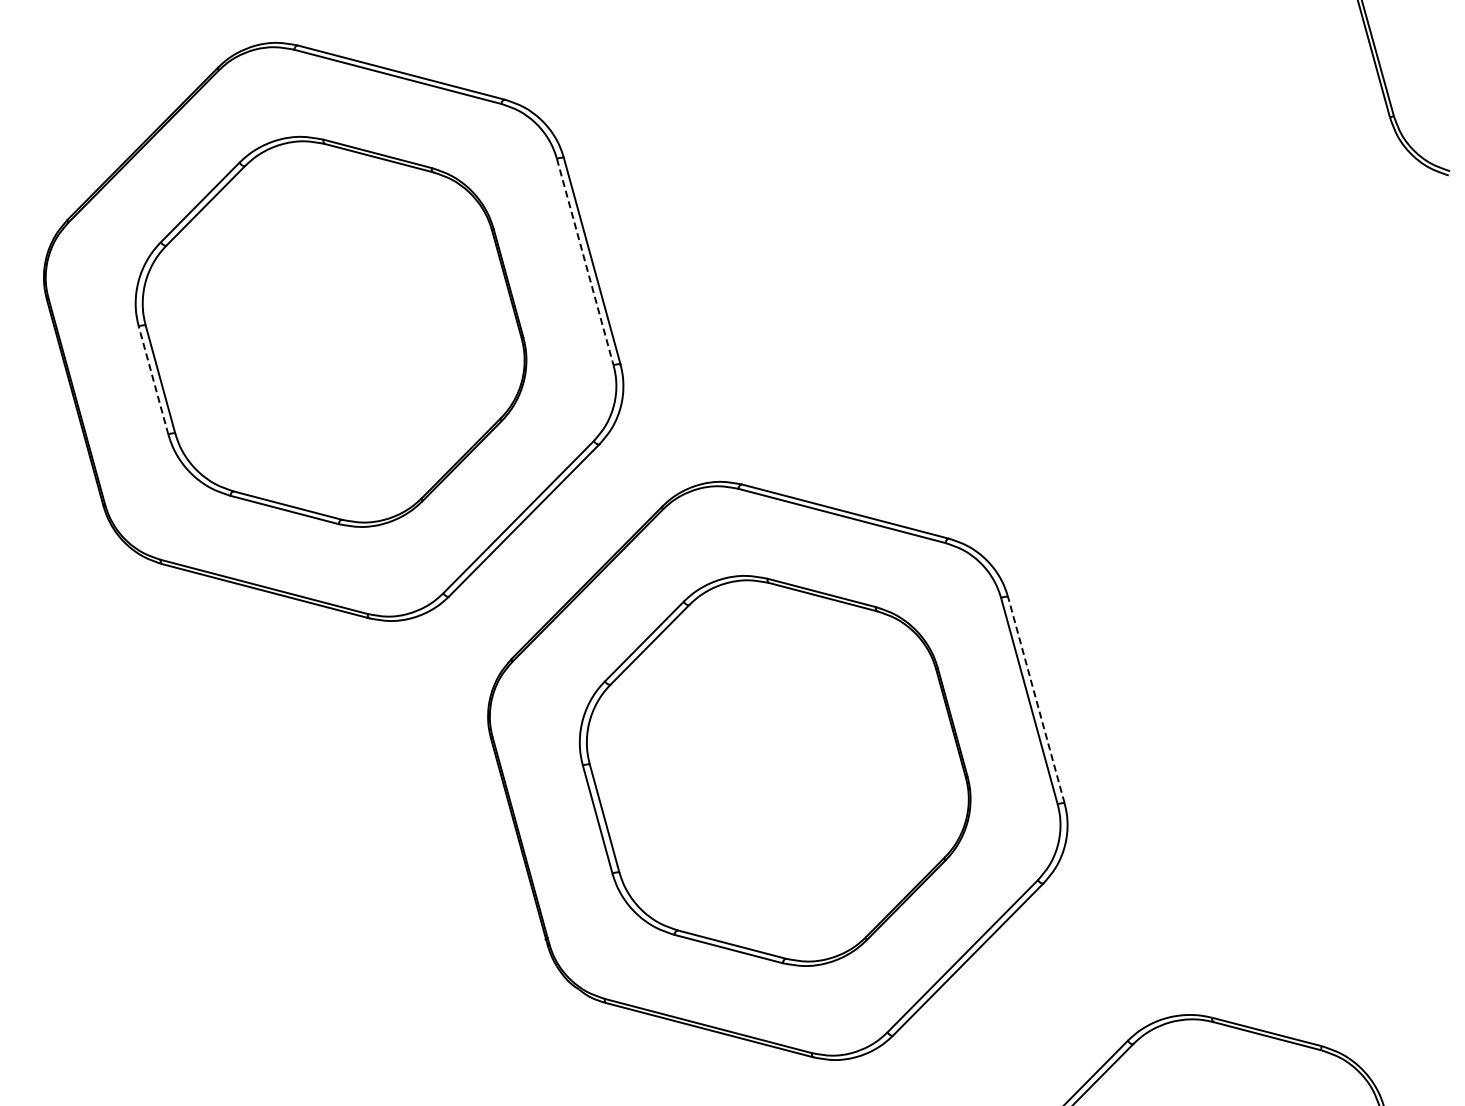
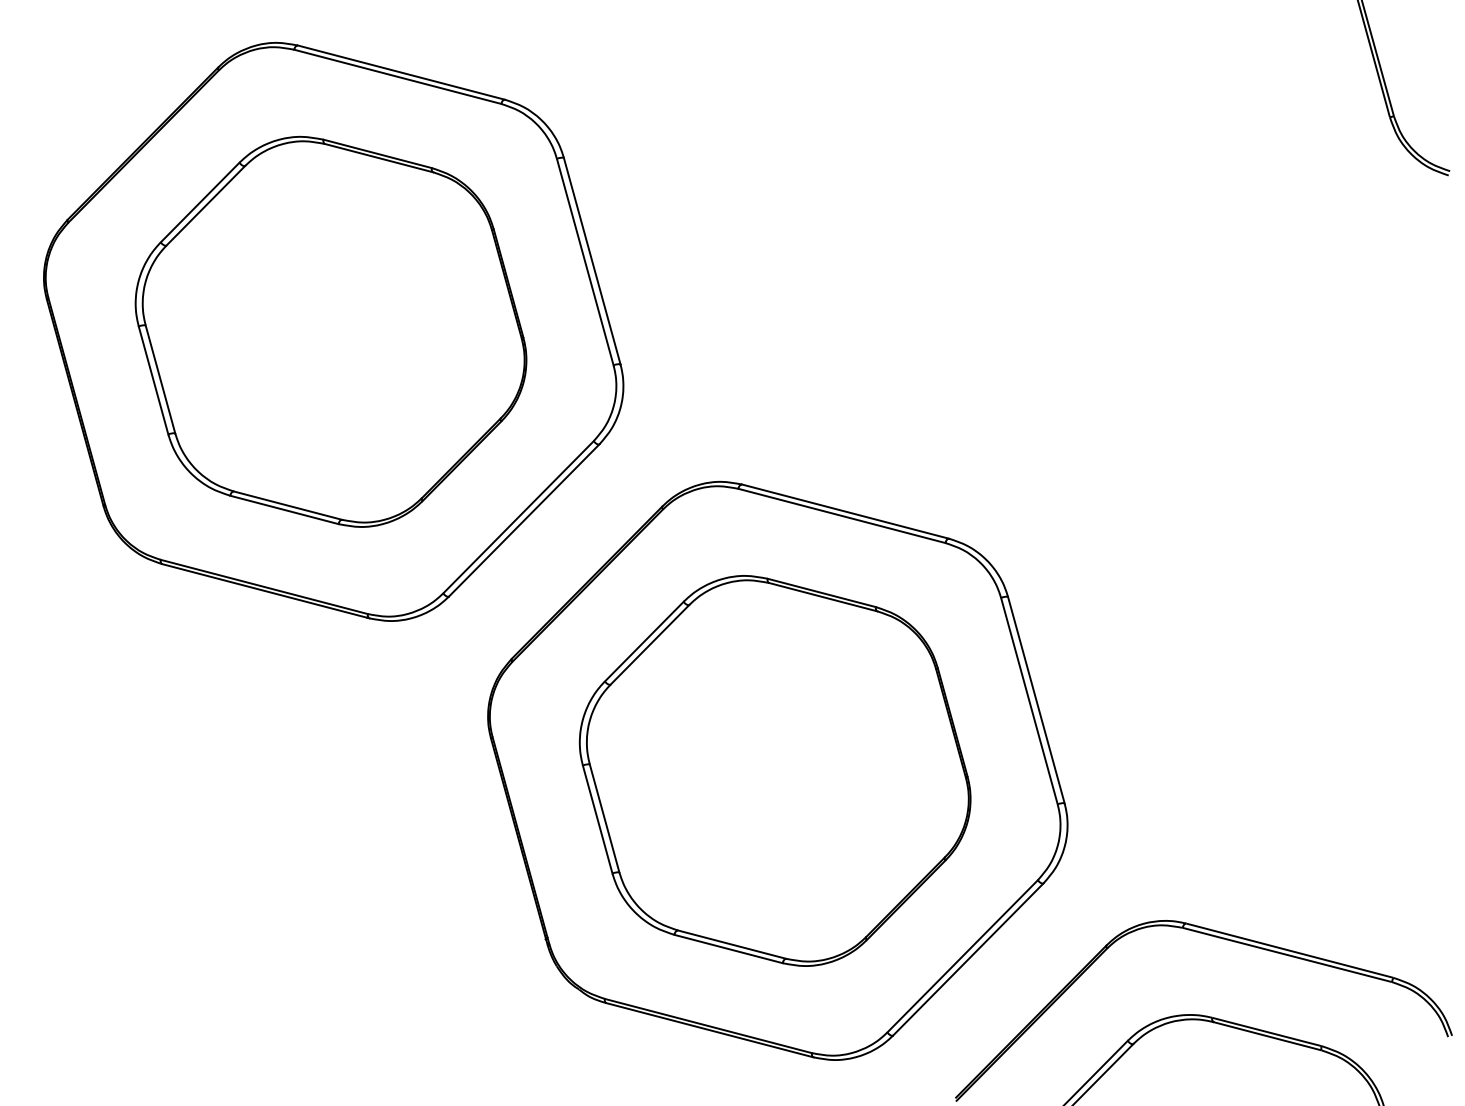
line at (585, 262): dashed -> solid
line at (153, 380): dashed -> solid
line at (1036, 699): dashed -> solid
part at (1222, 939): none -> present
